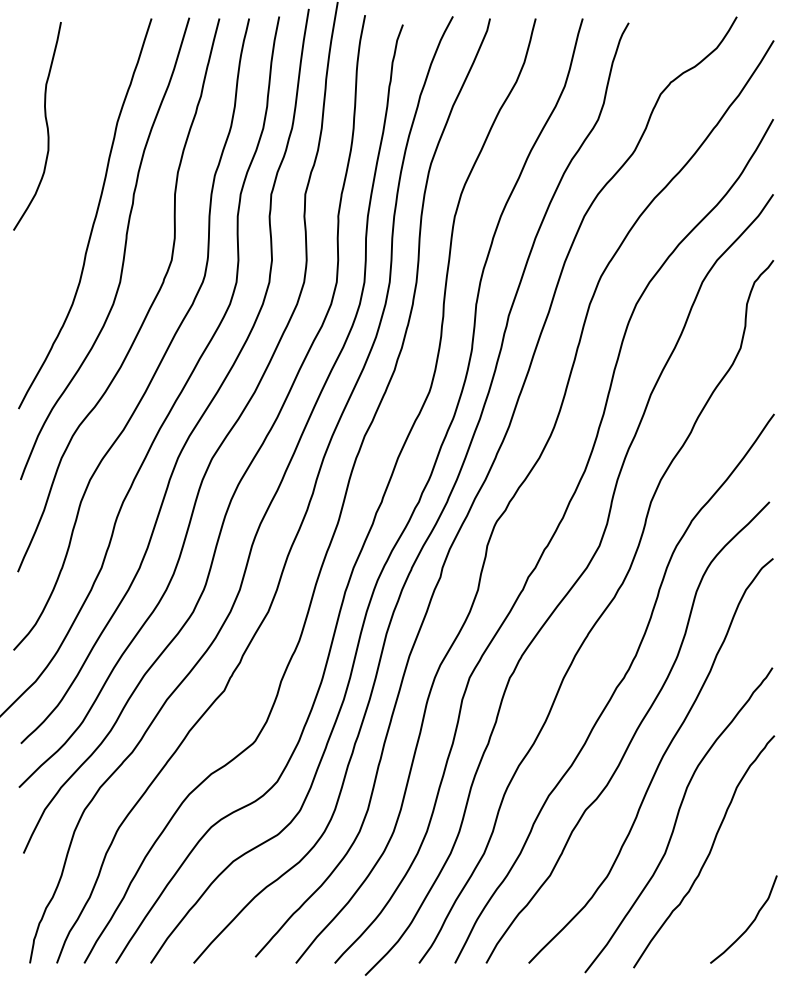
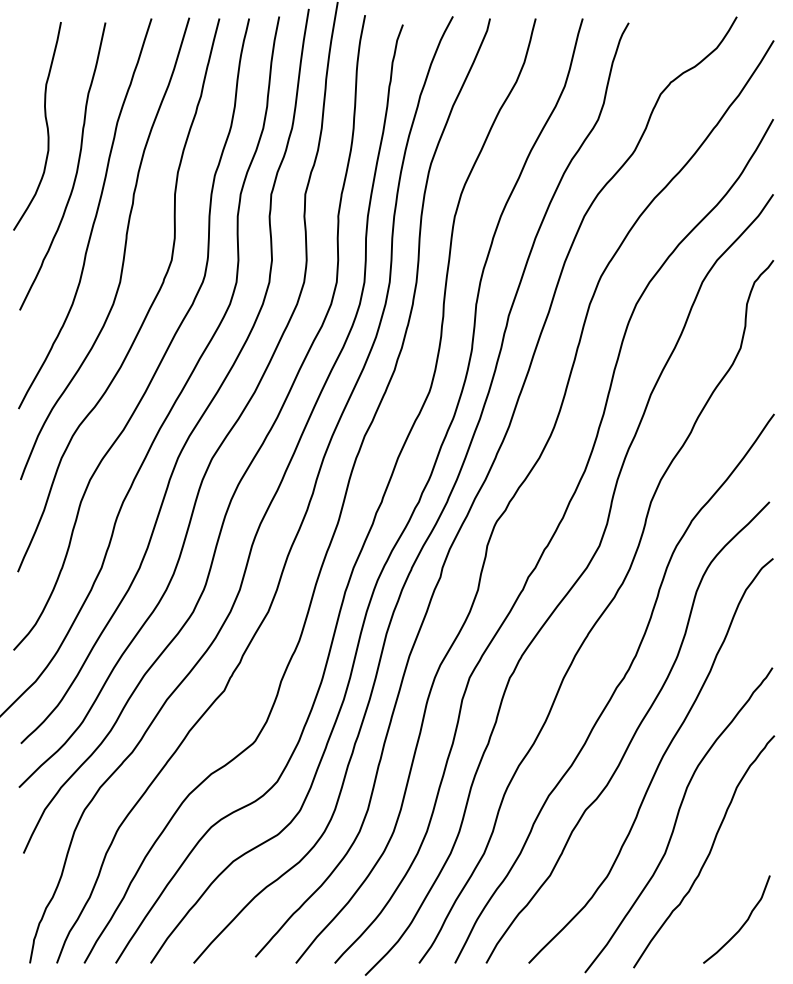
curve at (76, 167): none -> present
curve at (749, 924) position: (749, 924) -> (742, 924)
